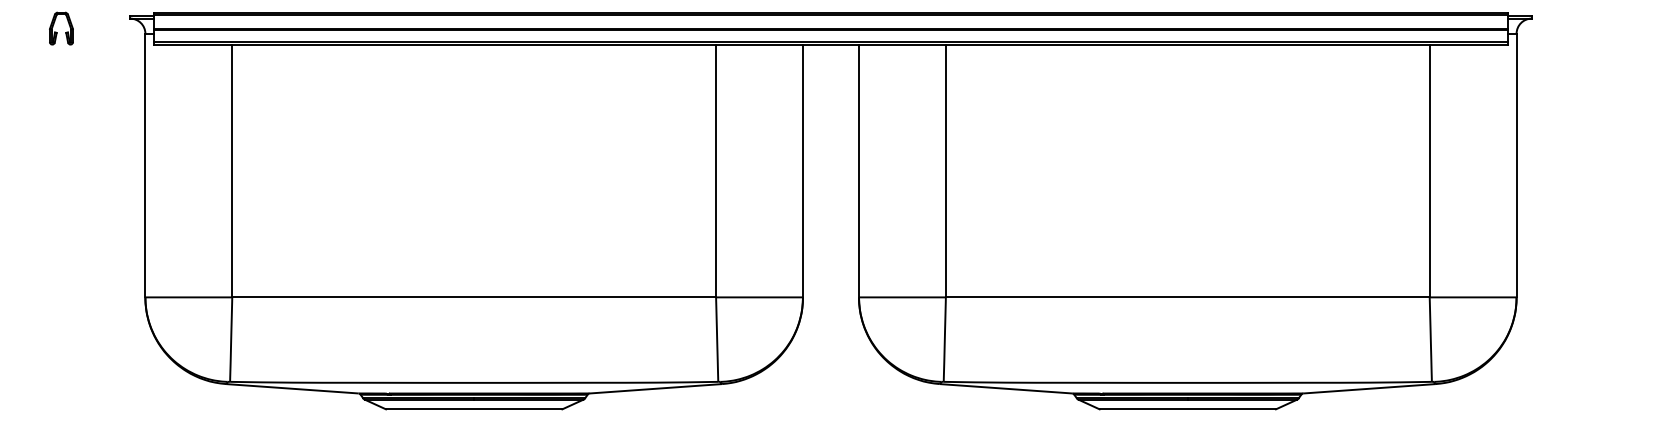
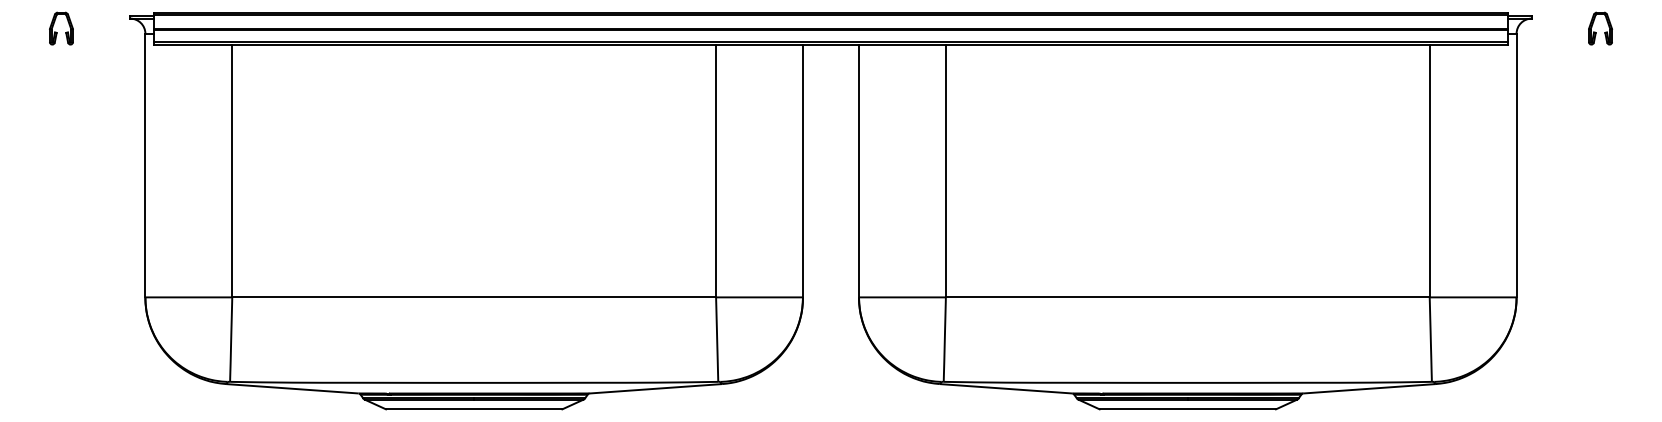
part at (1600, 28): none -> present
